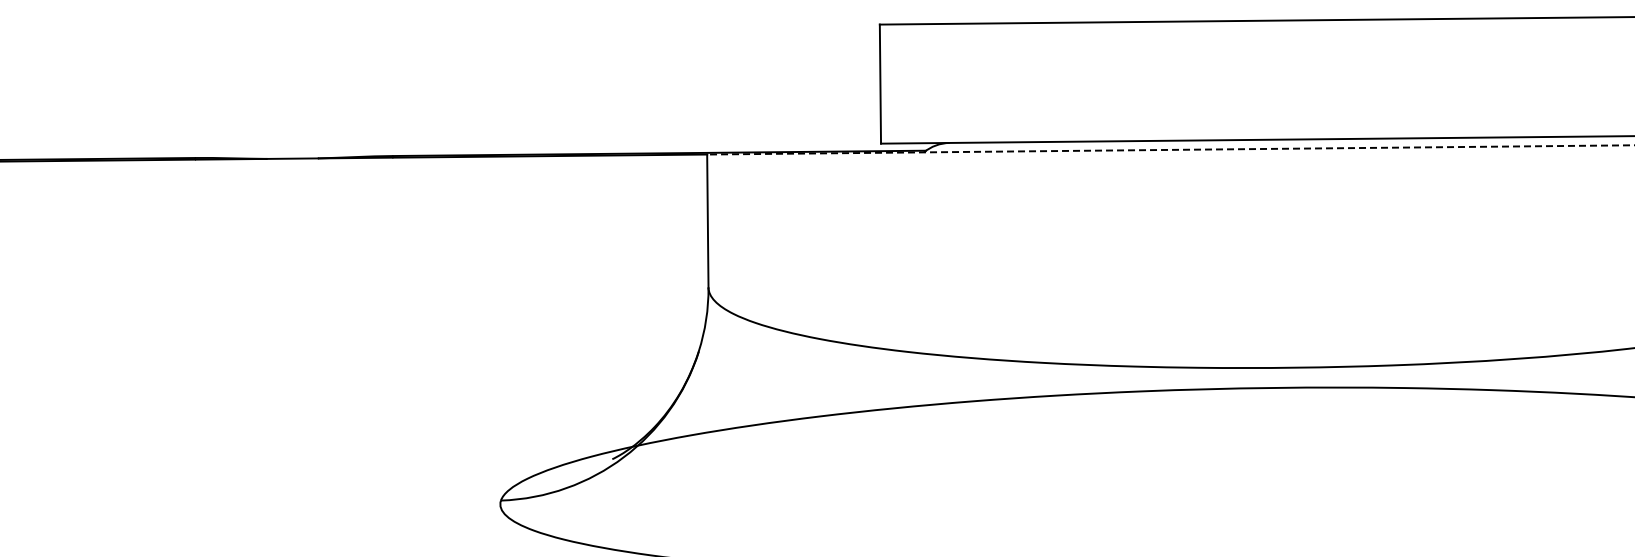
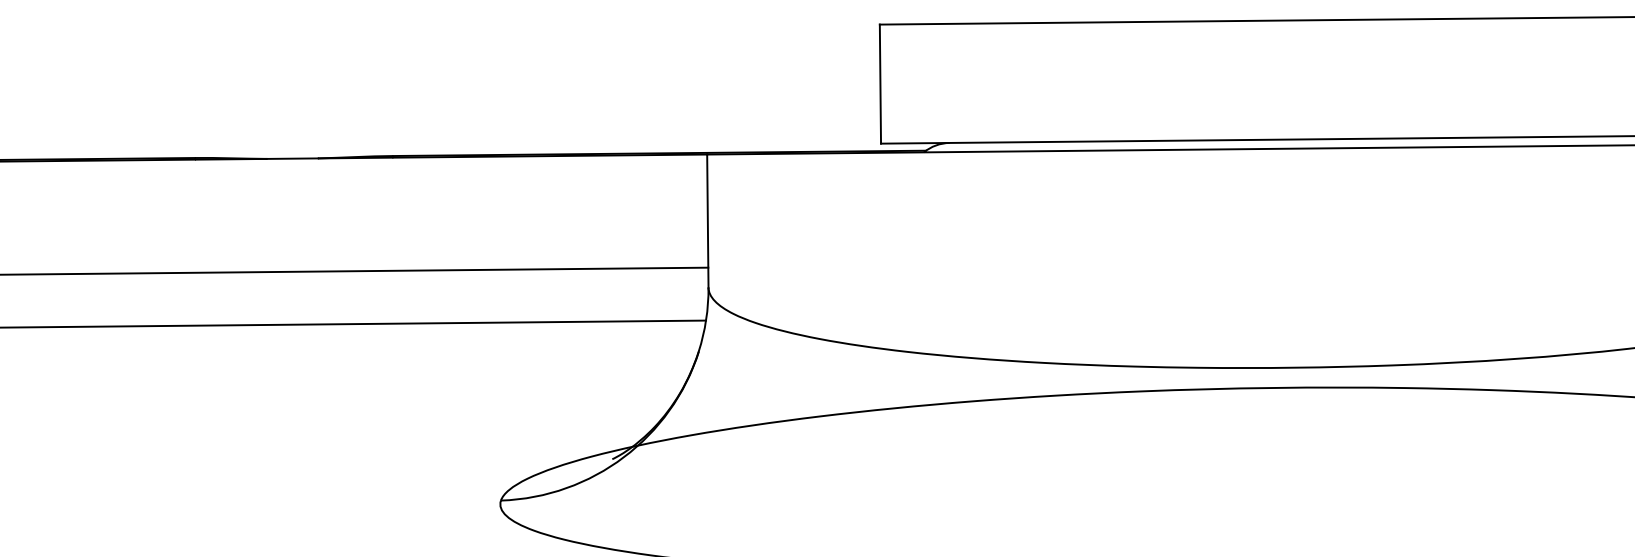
line at (1170, 149): dashed -> solid
line at (355, 270): none -> present
line at (354, 323): none -> present
